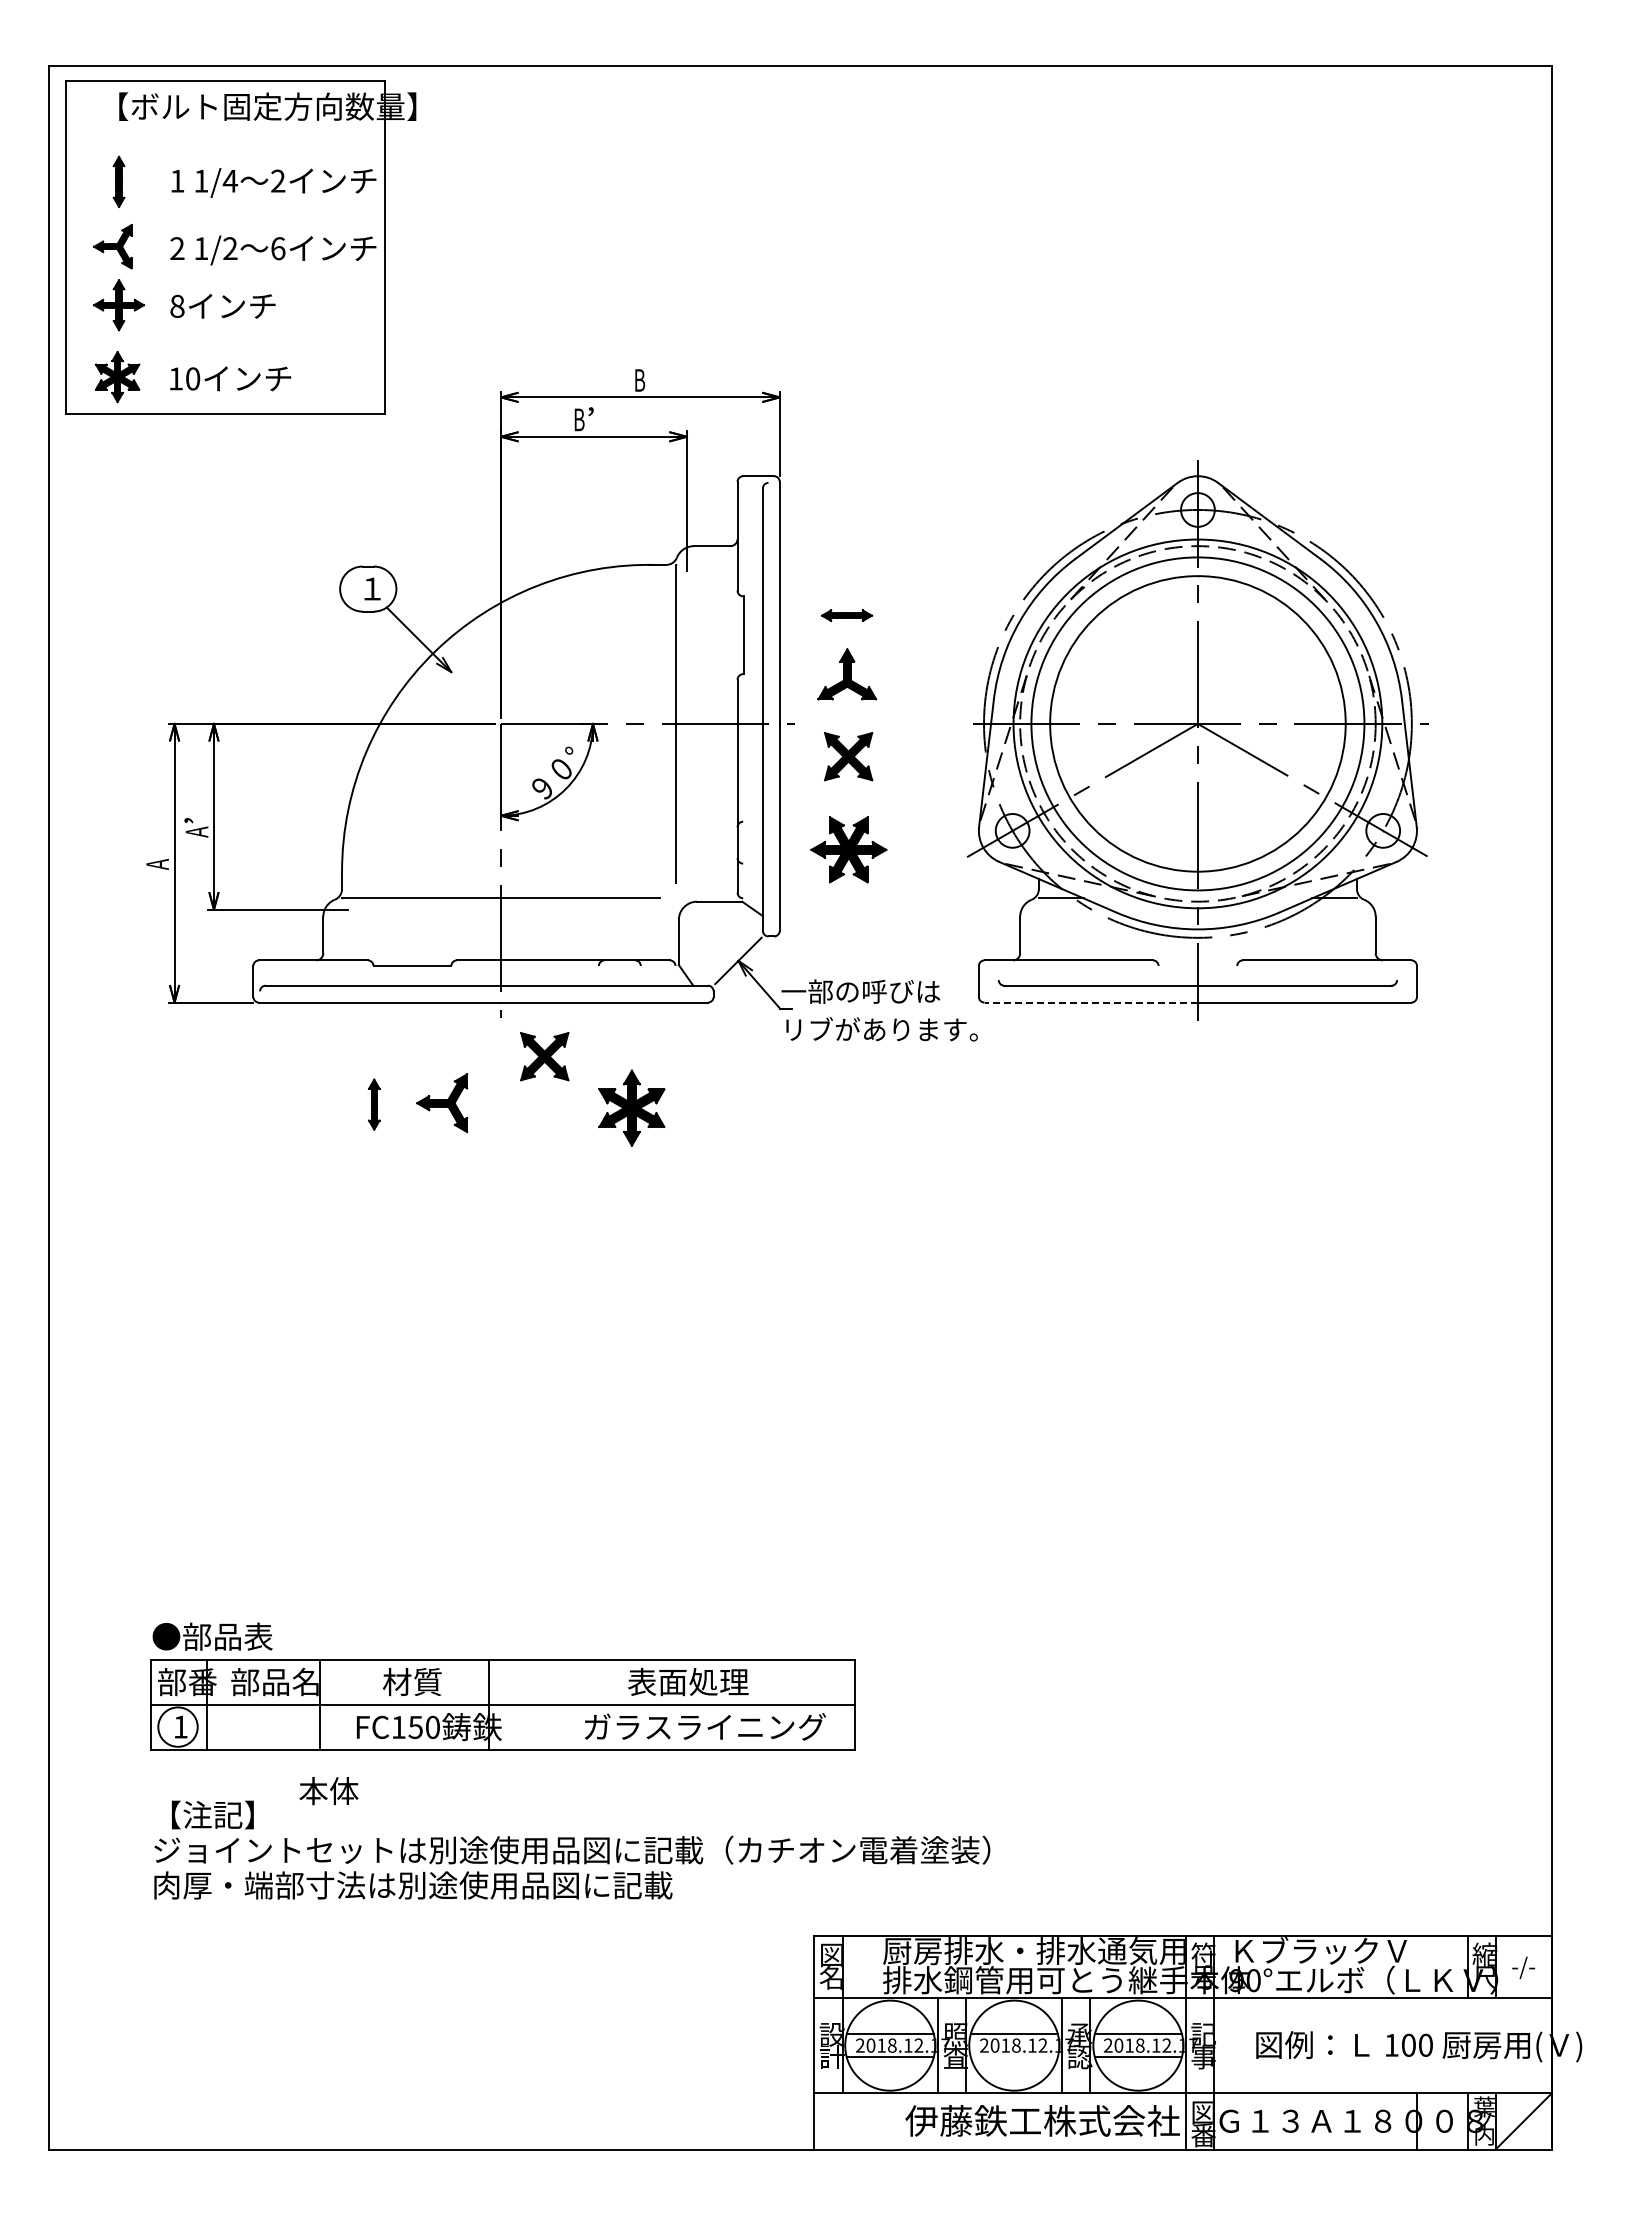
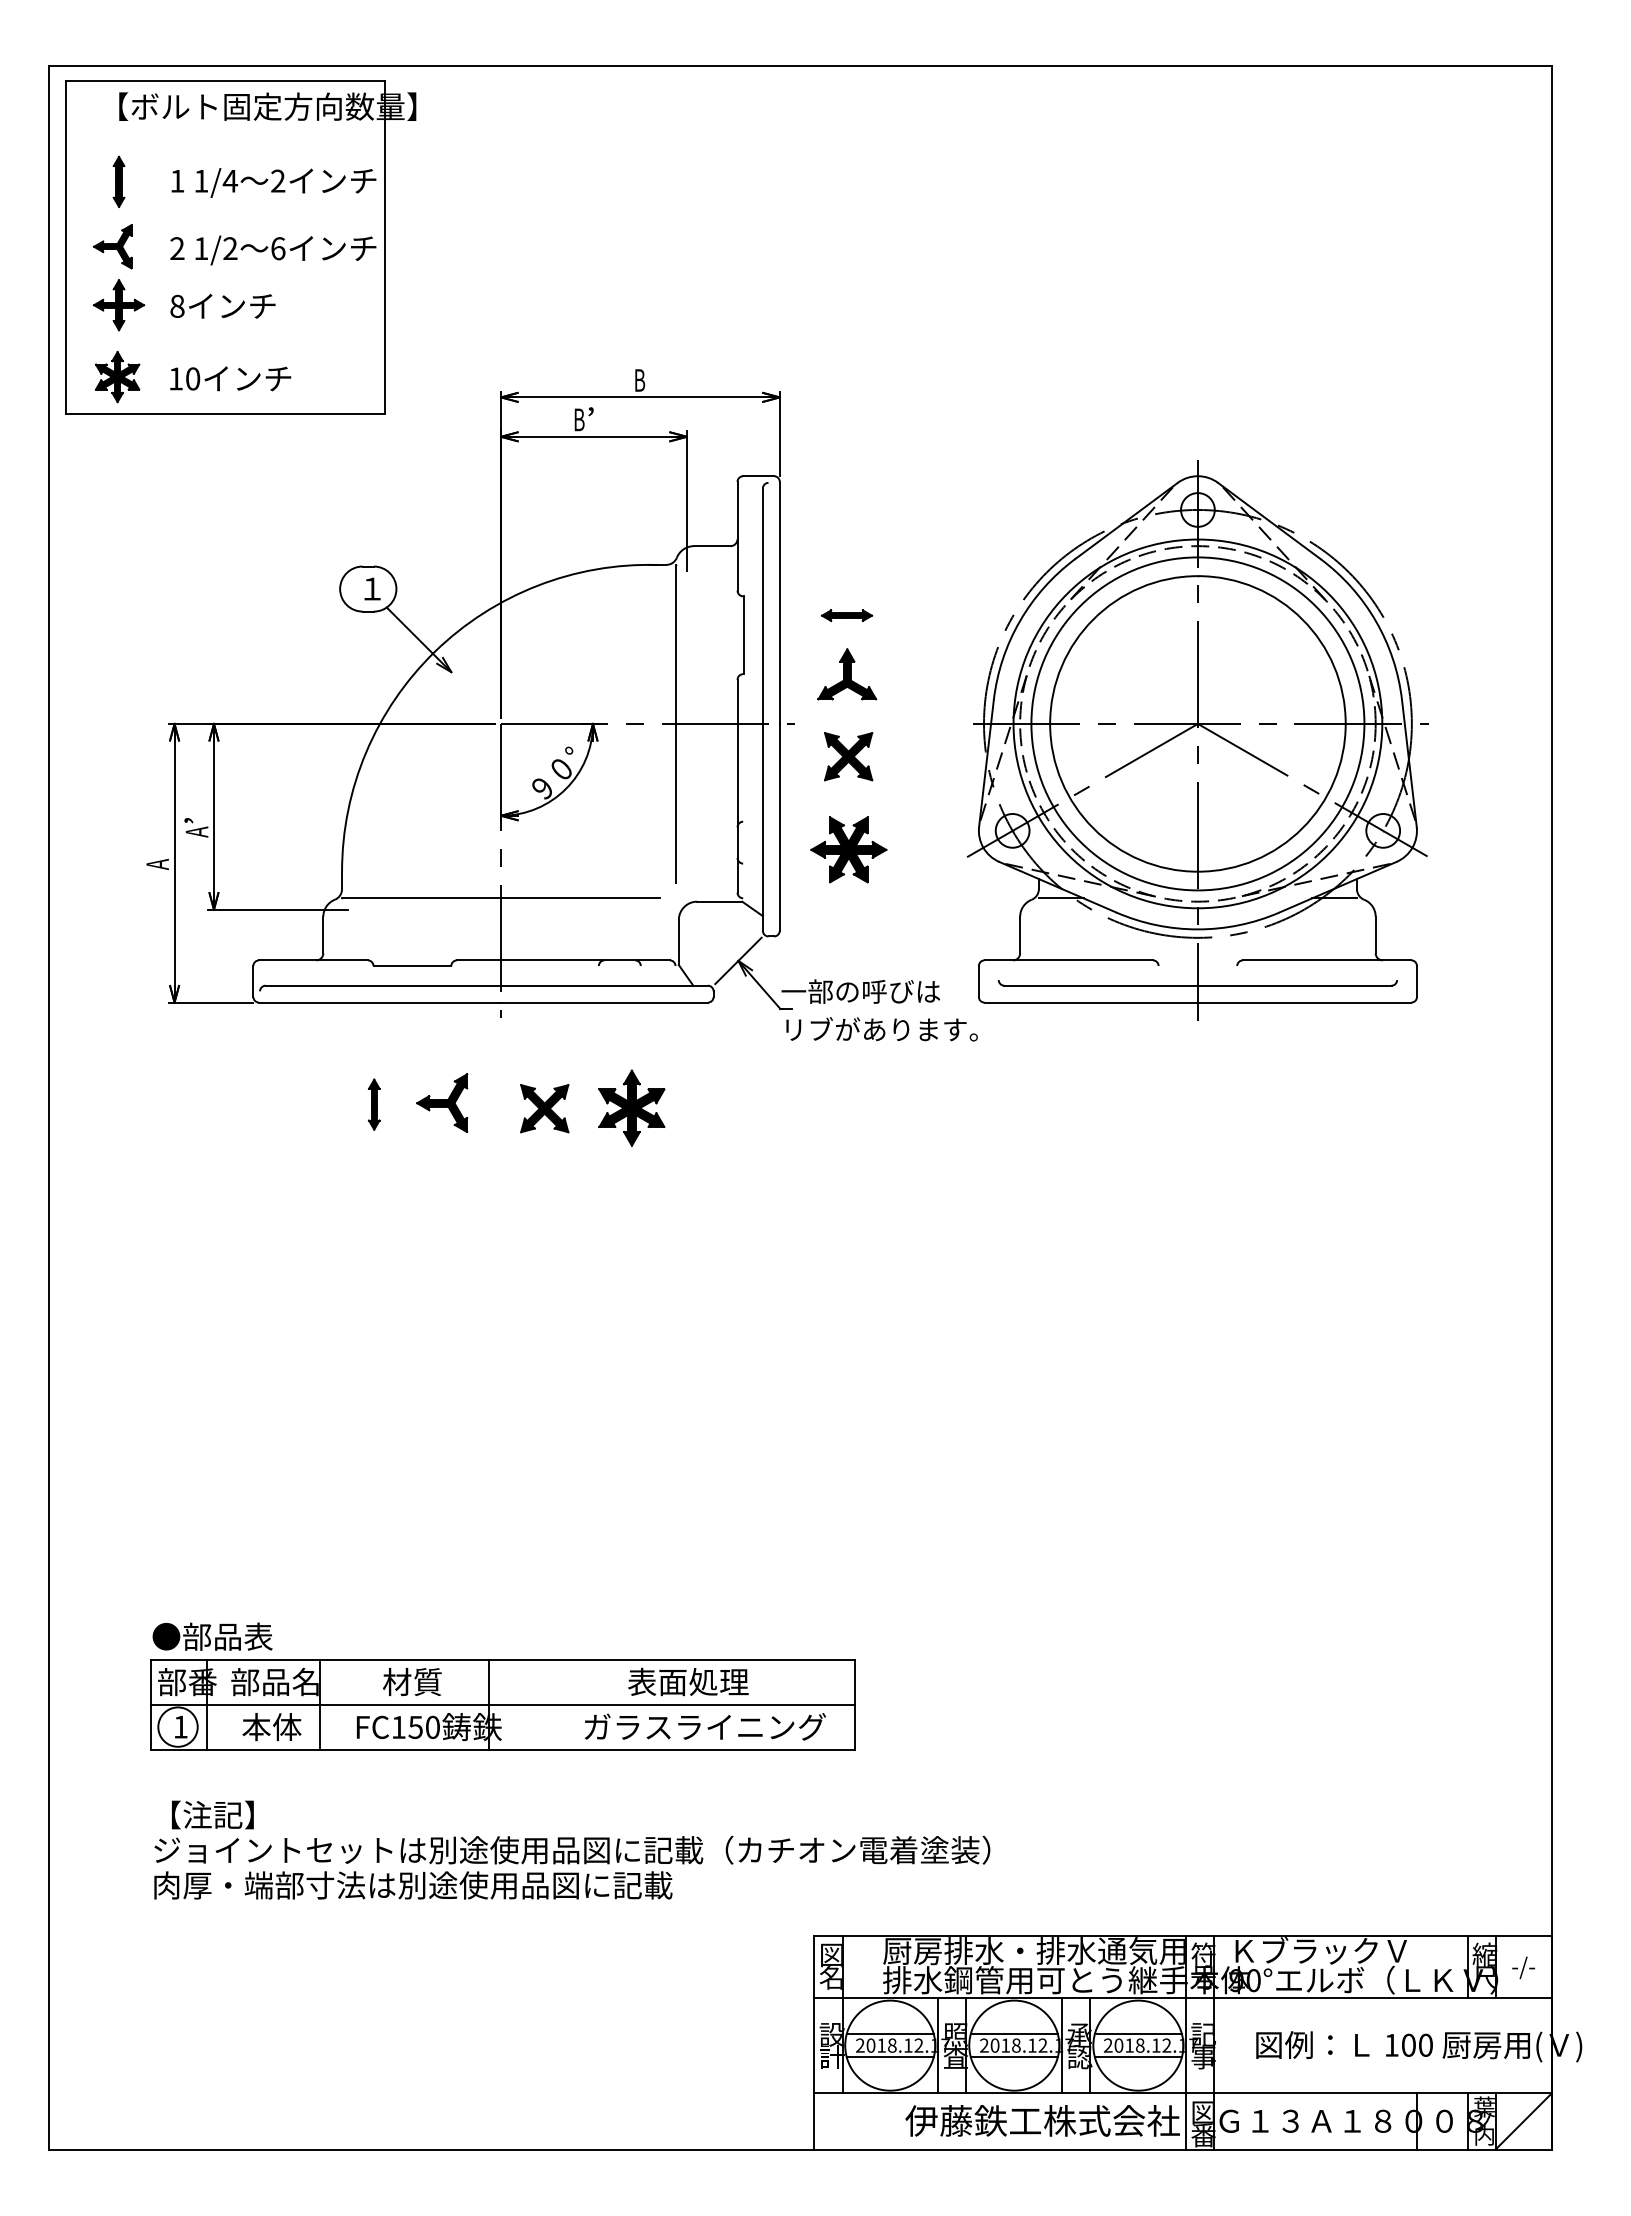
line at (1091, 1002): dashed -> solid
part at (544, 1056) position: (544, 1056) -> (544, 1108)
text at (328, 1791) position: (328, 1791) -> (271, 1727)
line at (1013, 2056): none -> present
